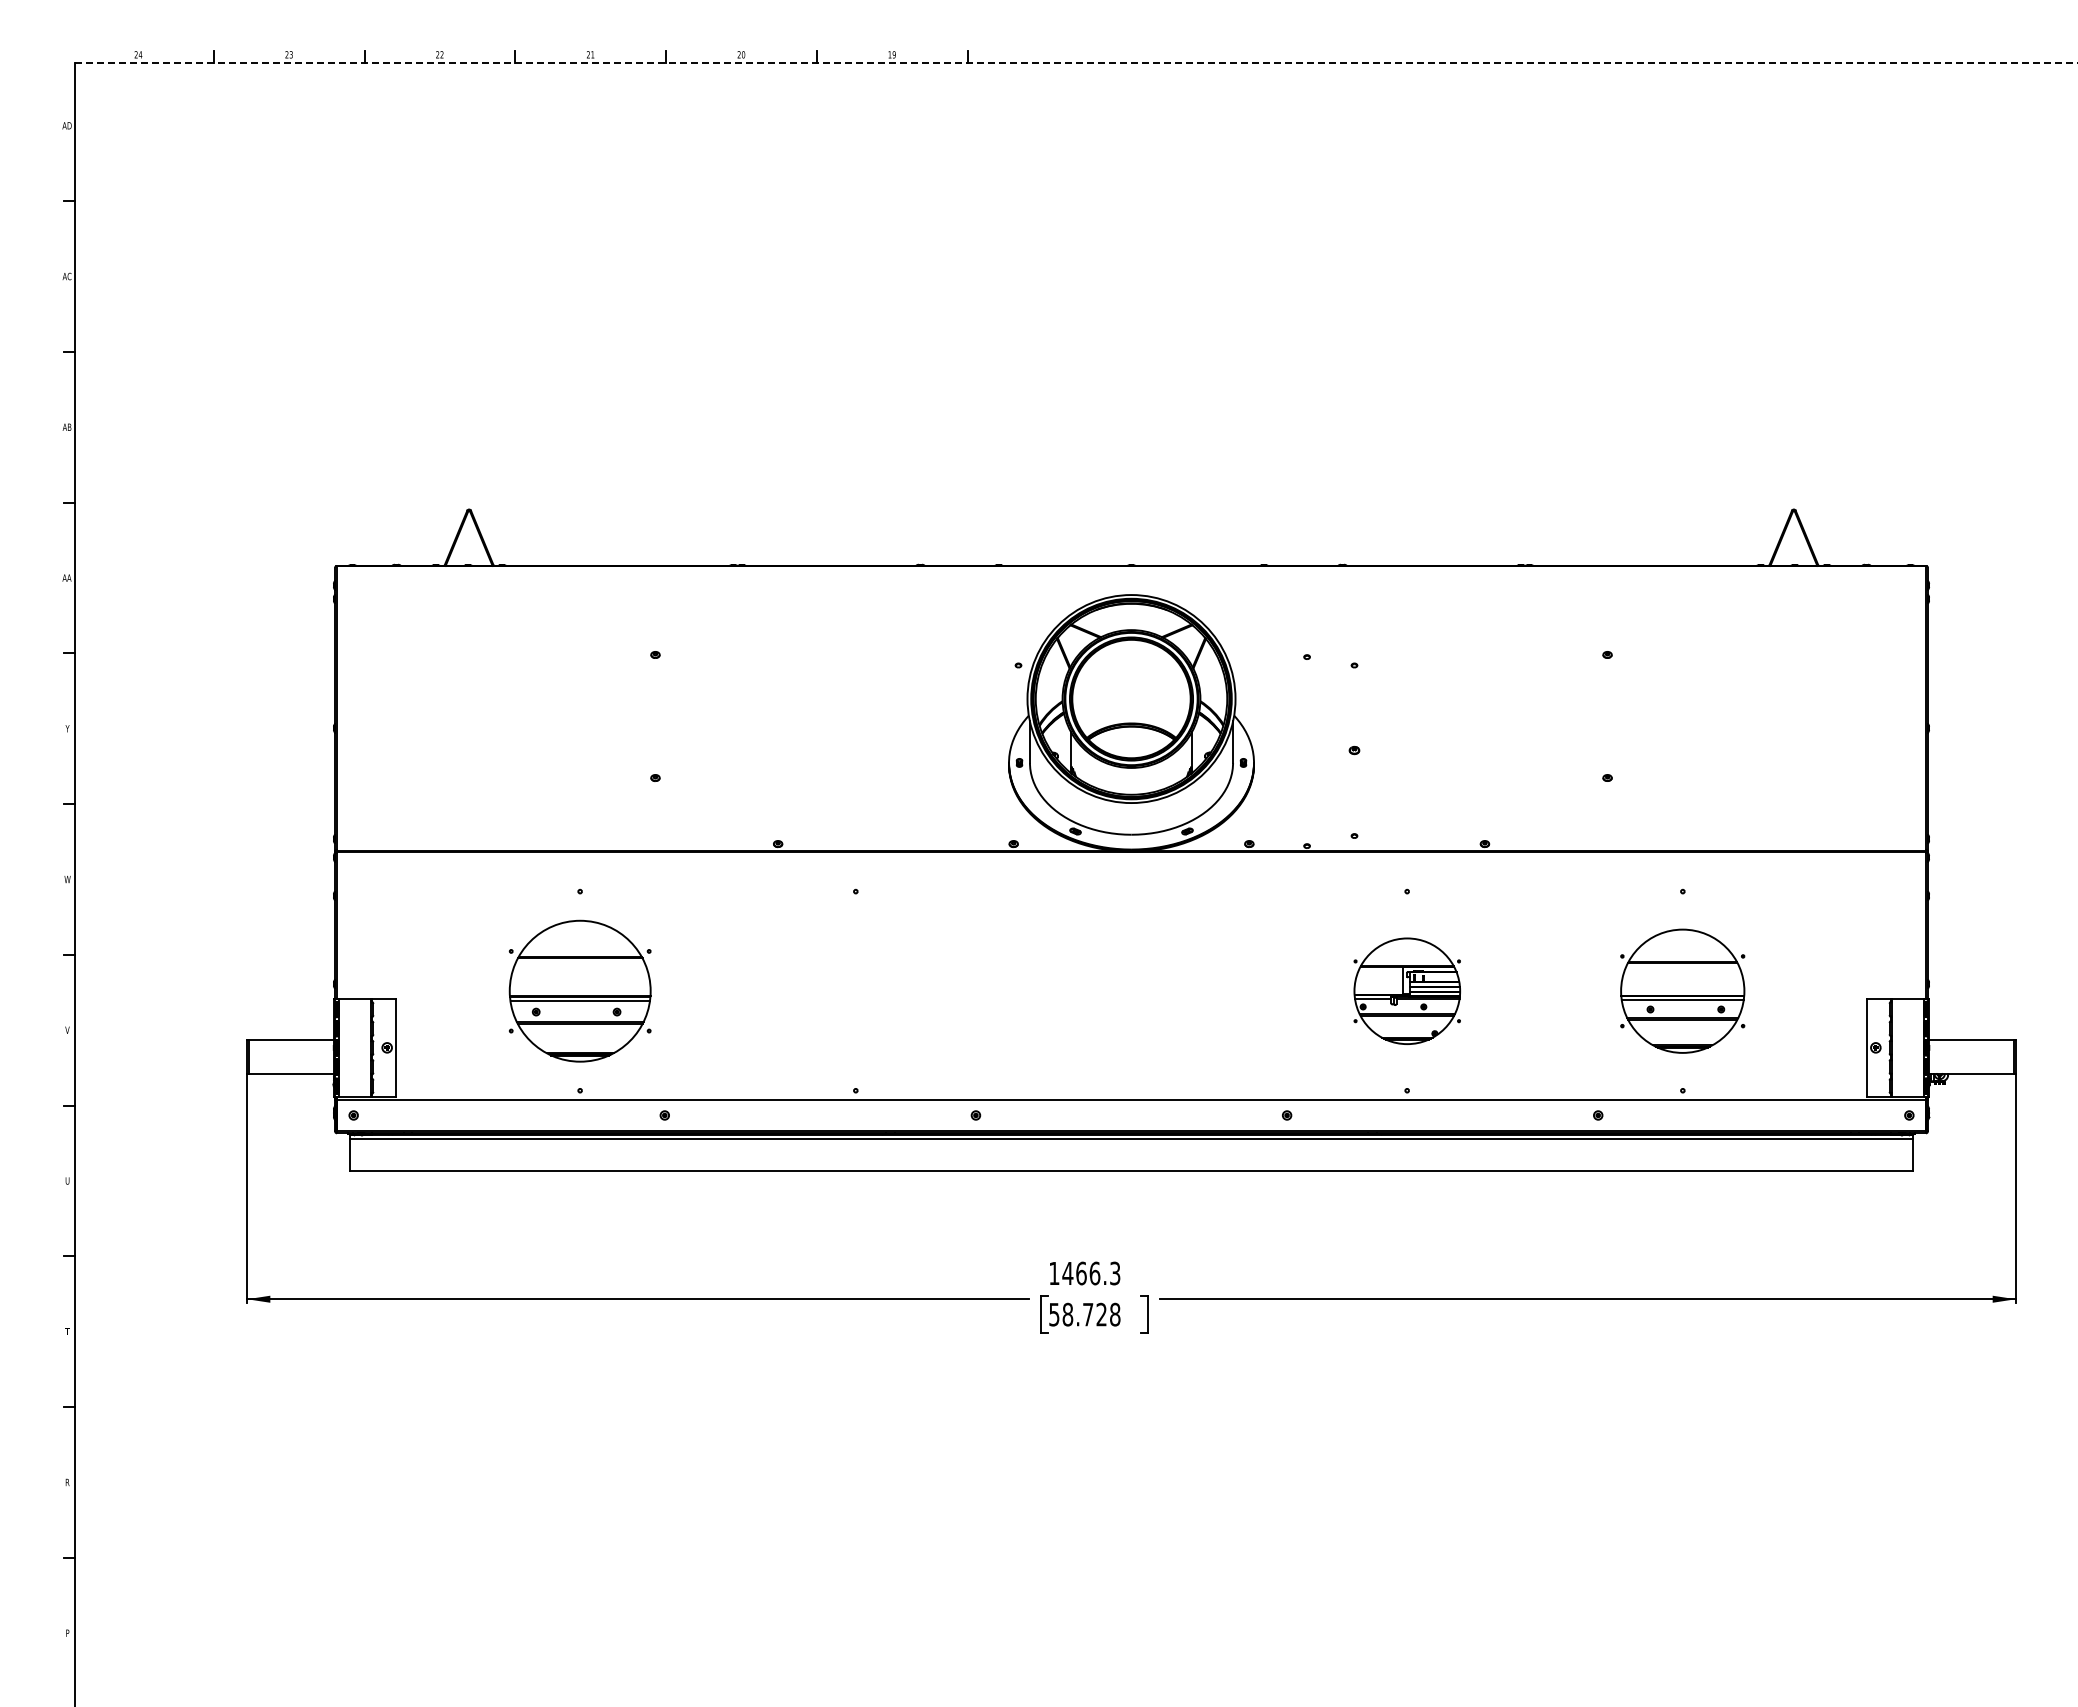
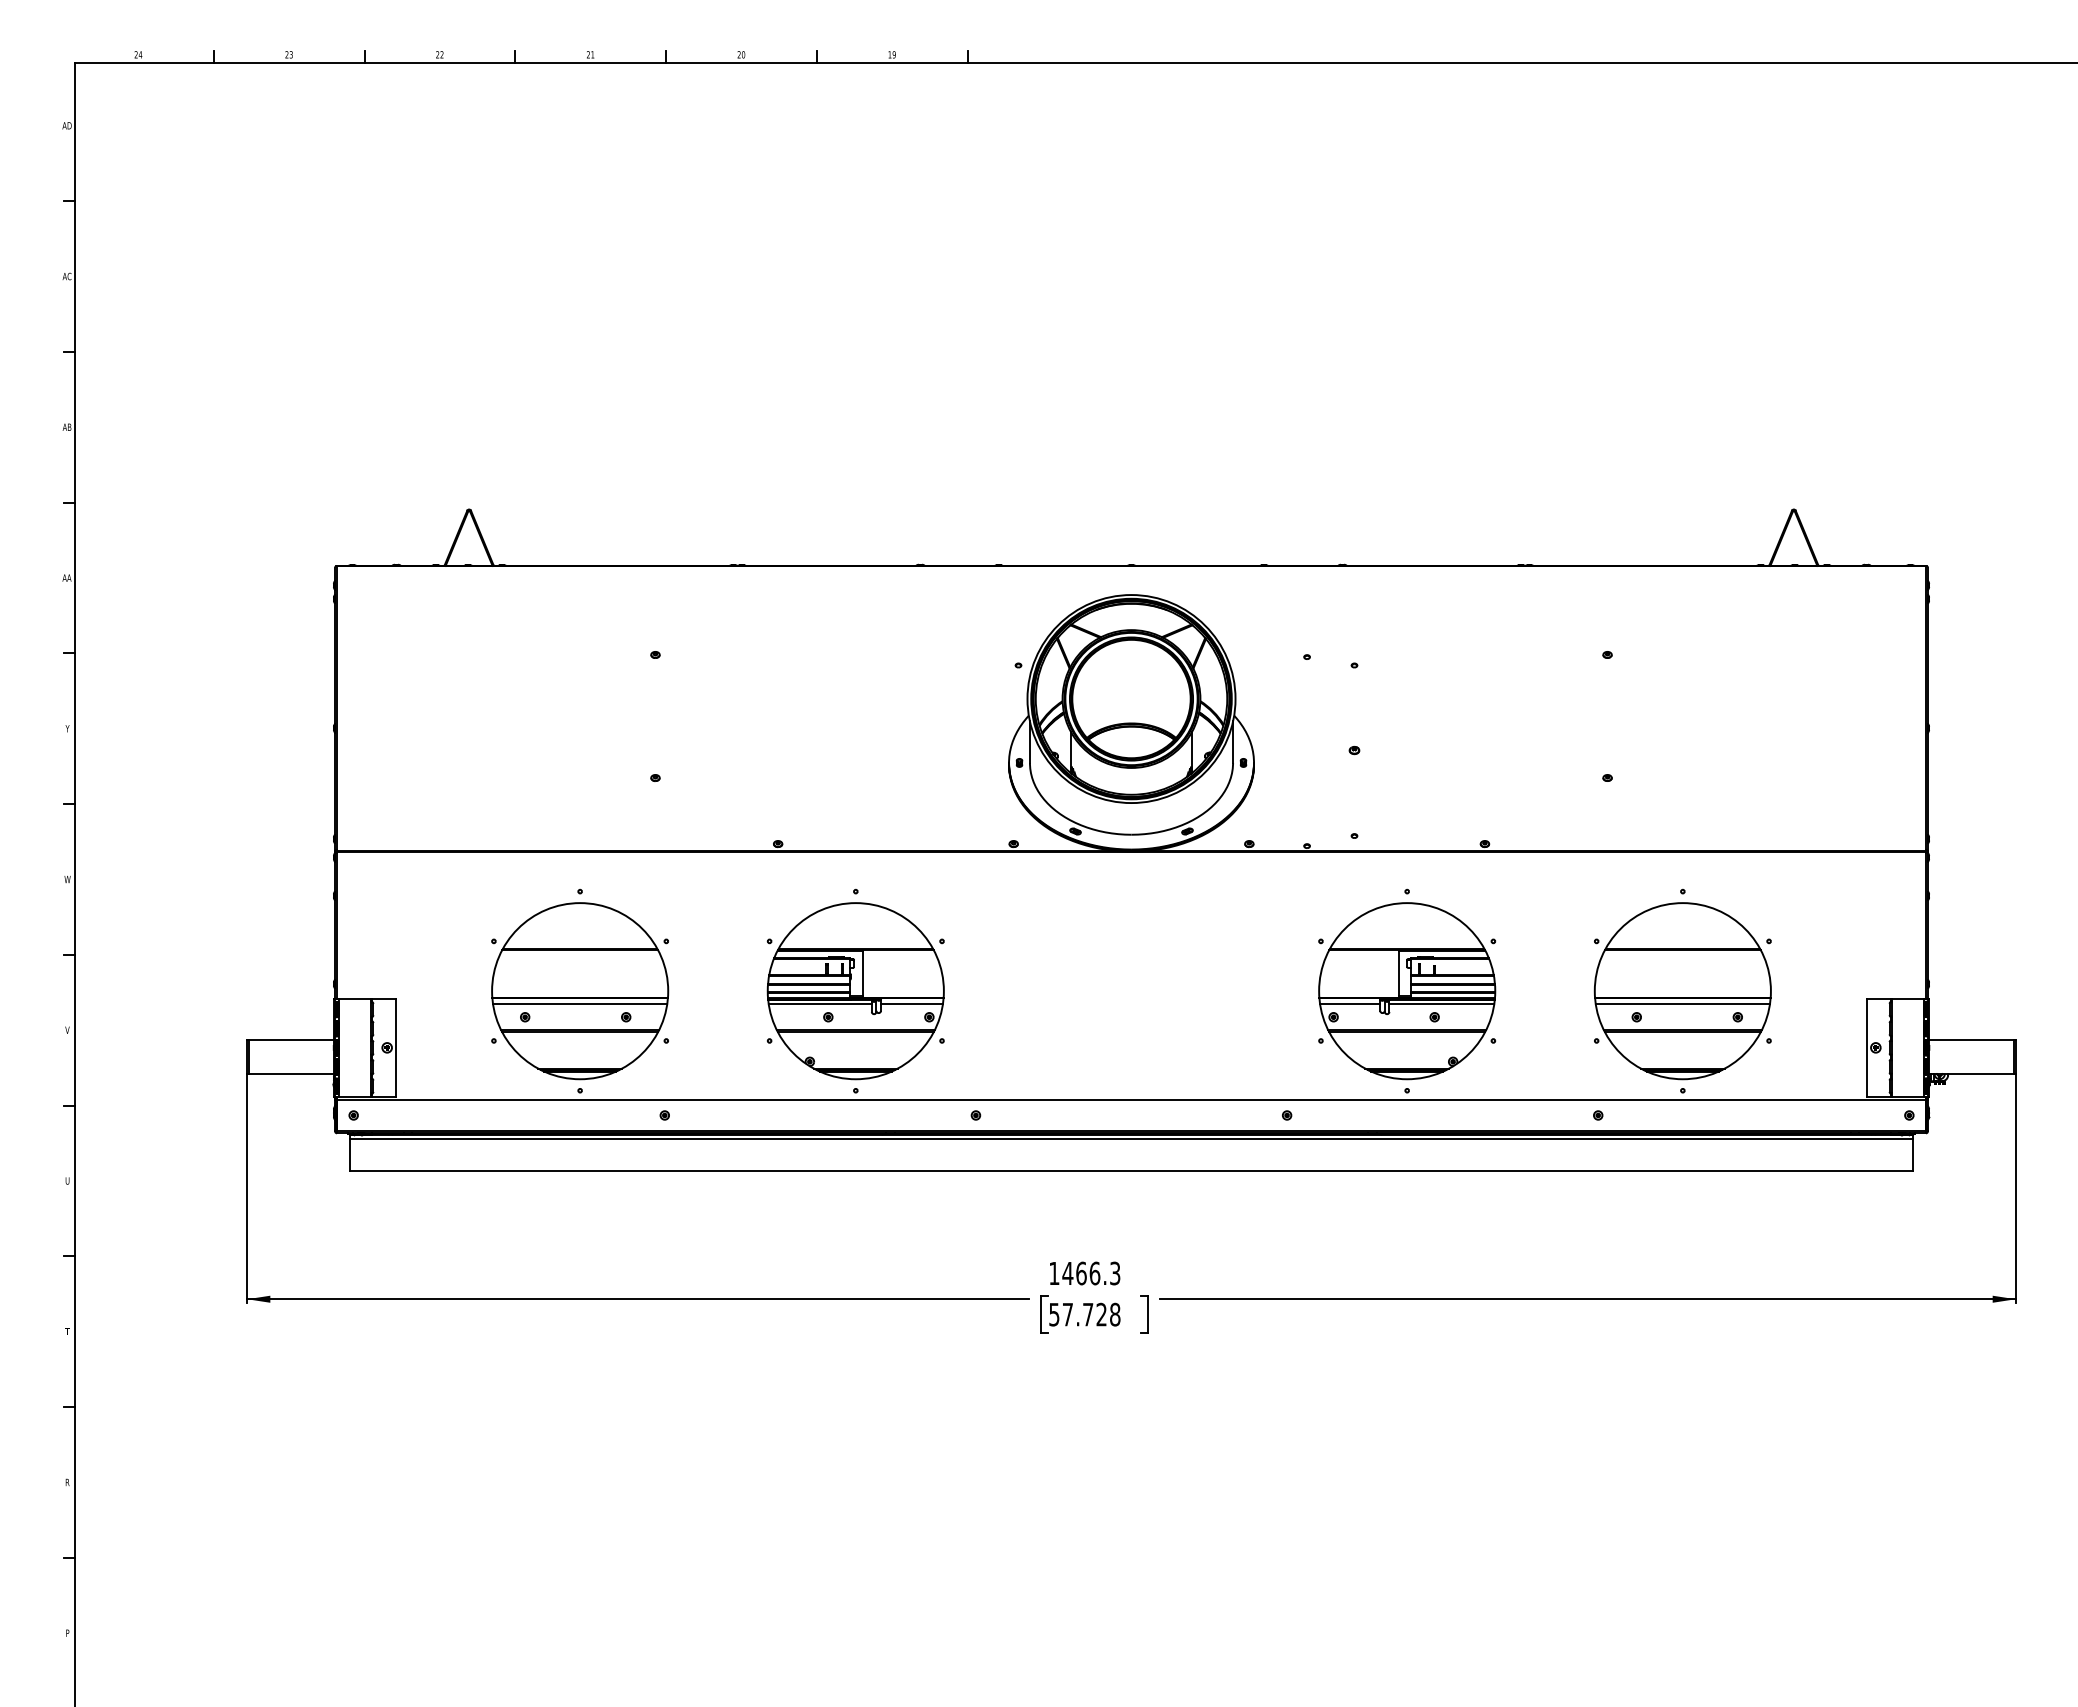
line at (1076, 62): dashed -> solid
part at (579, 990) size: 144x144 px -> 179x179 px
part at (1406, 990) size: 108x108 px -> 179x179 px
part at (1682, 990) size: 126x126 px -> 179x179 px
part at (855, 991): none -> present
text at (1067, 1314): 58.728 -> 57.728
